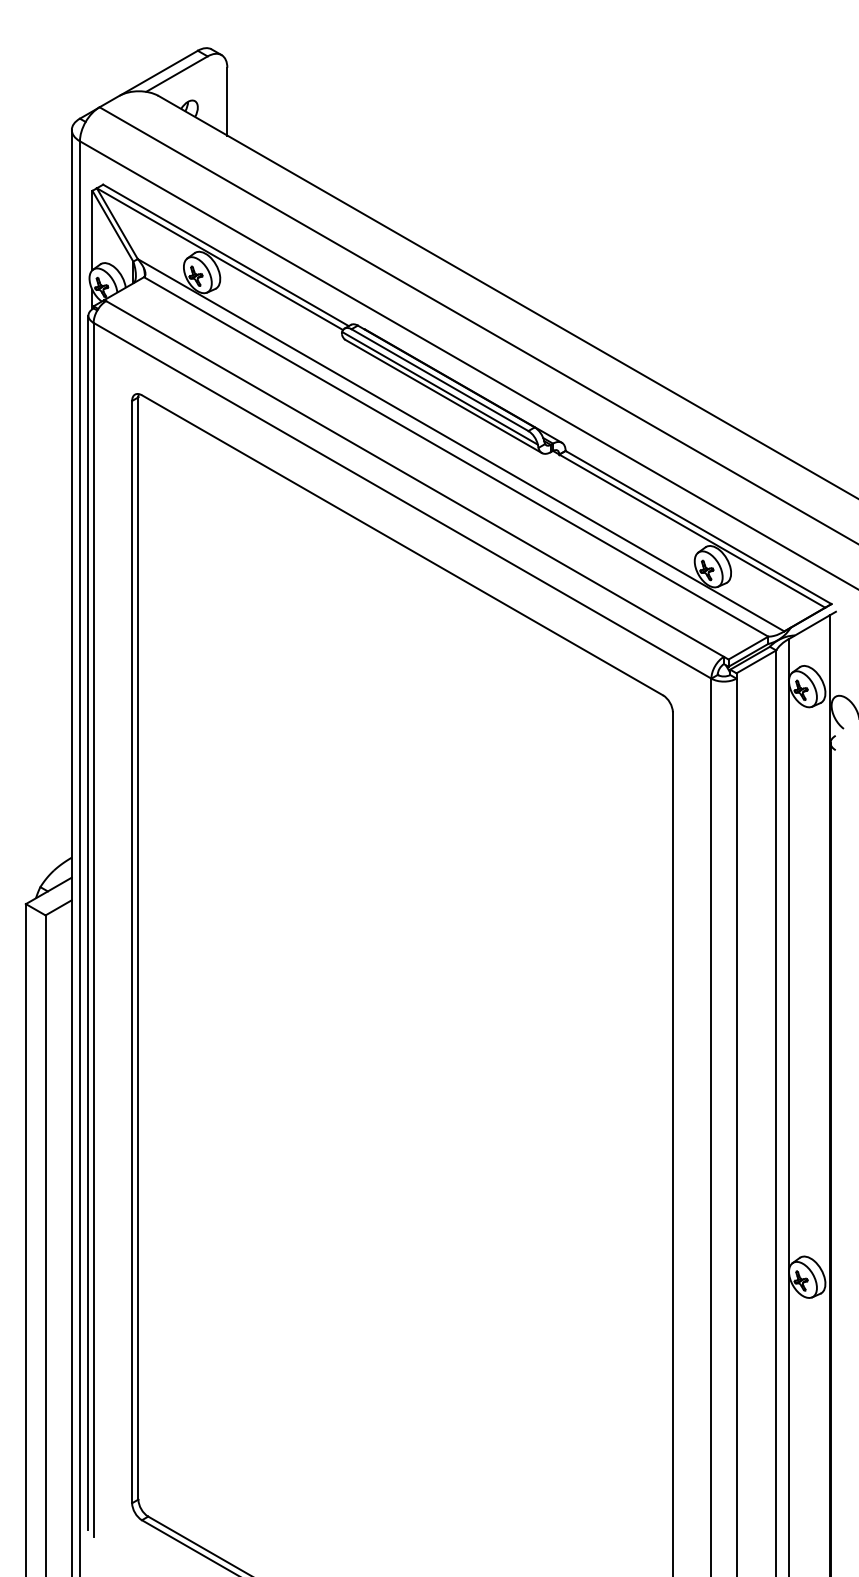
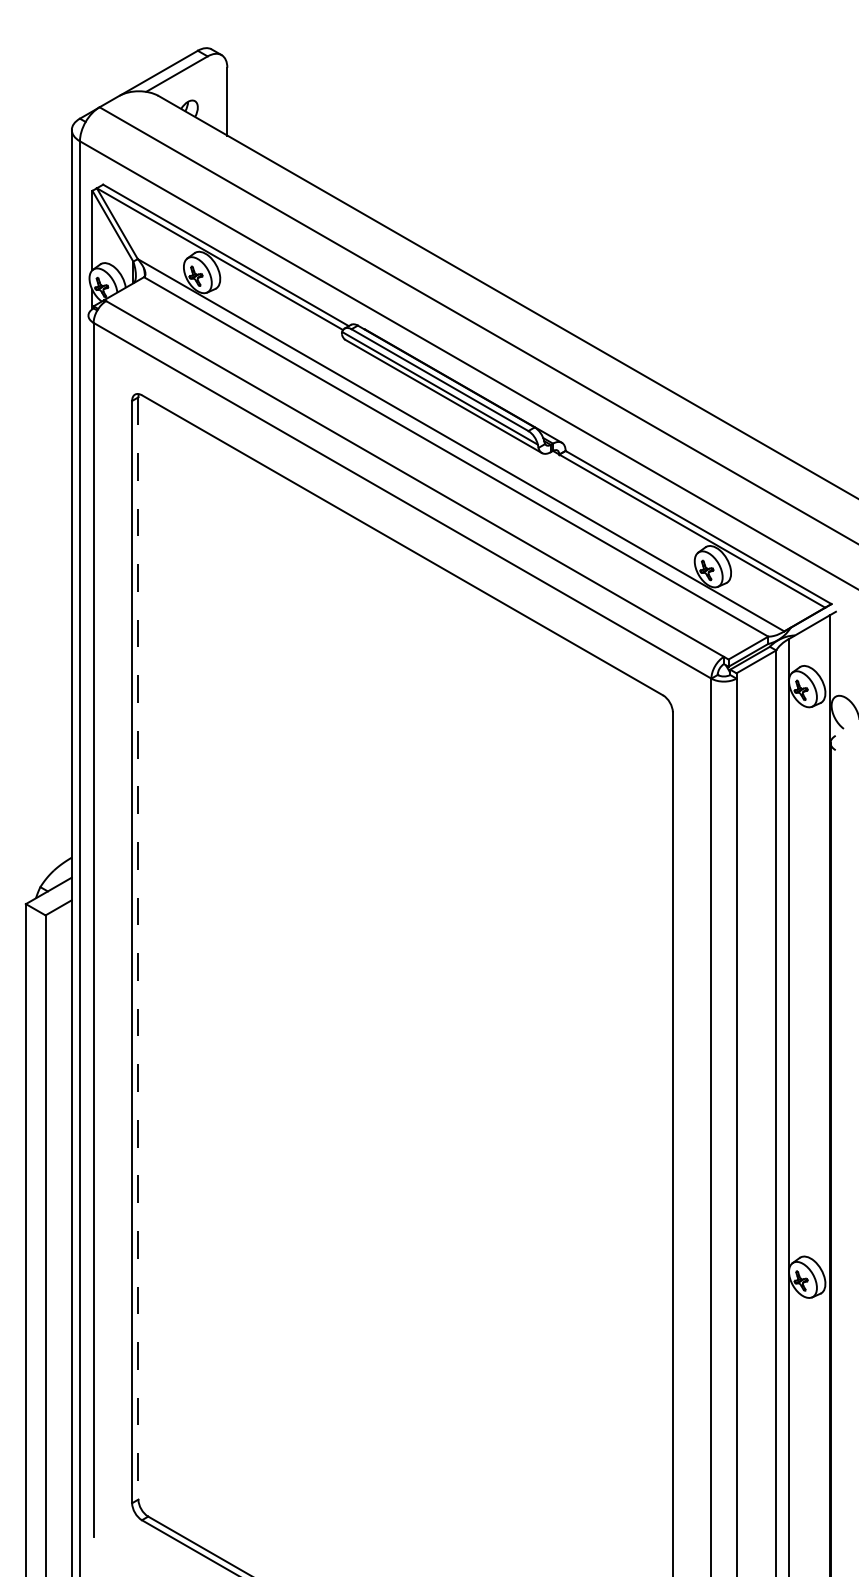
line at (88, 922): present -> none
line at (138, 948): solid -> dashed
